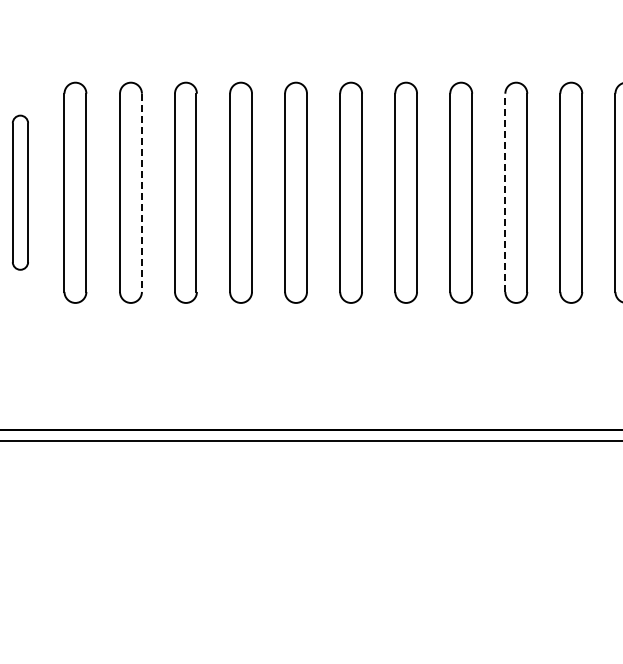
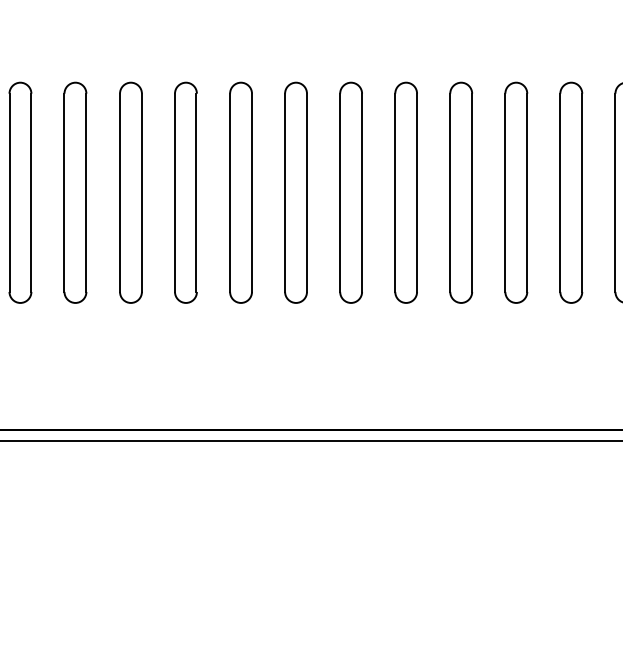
part at (20, 192) size: 17x157 px -> 25x223 px
line at (505, 192): dashed -> solid
line at (141, 193): dashed -> solid
